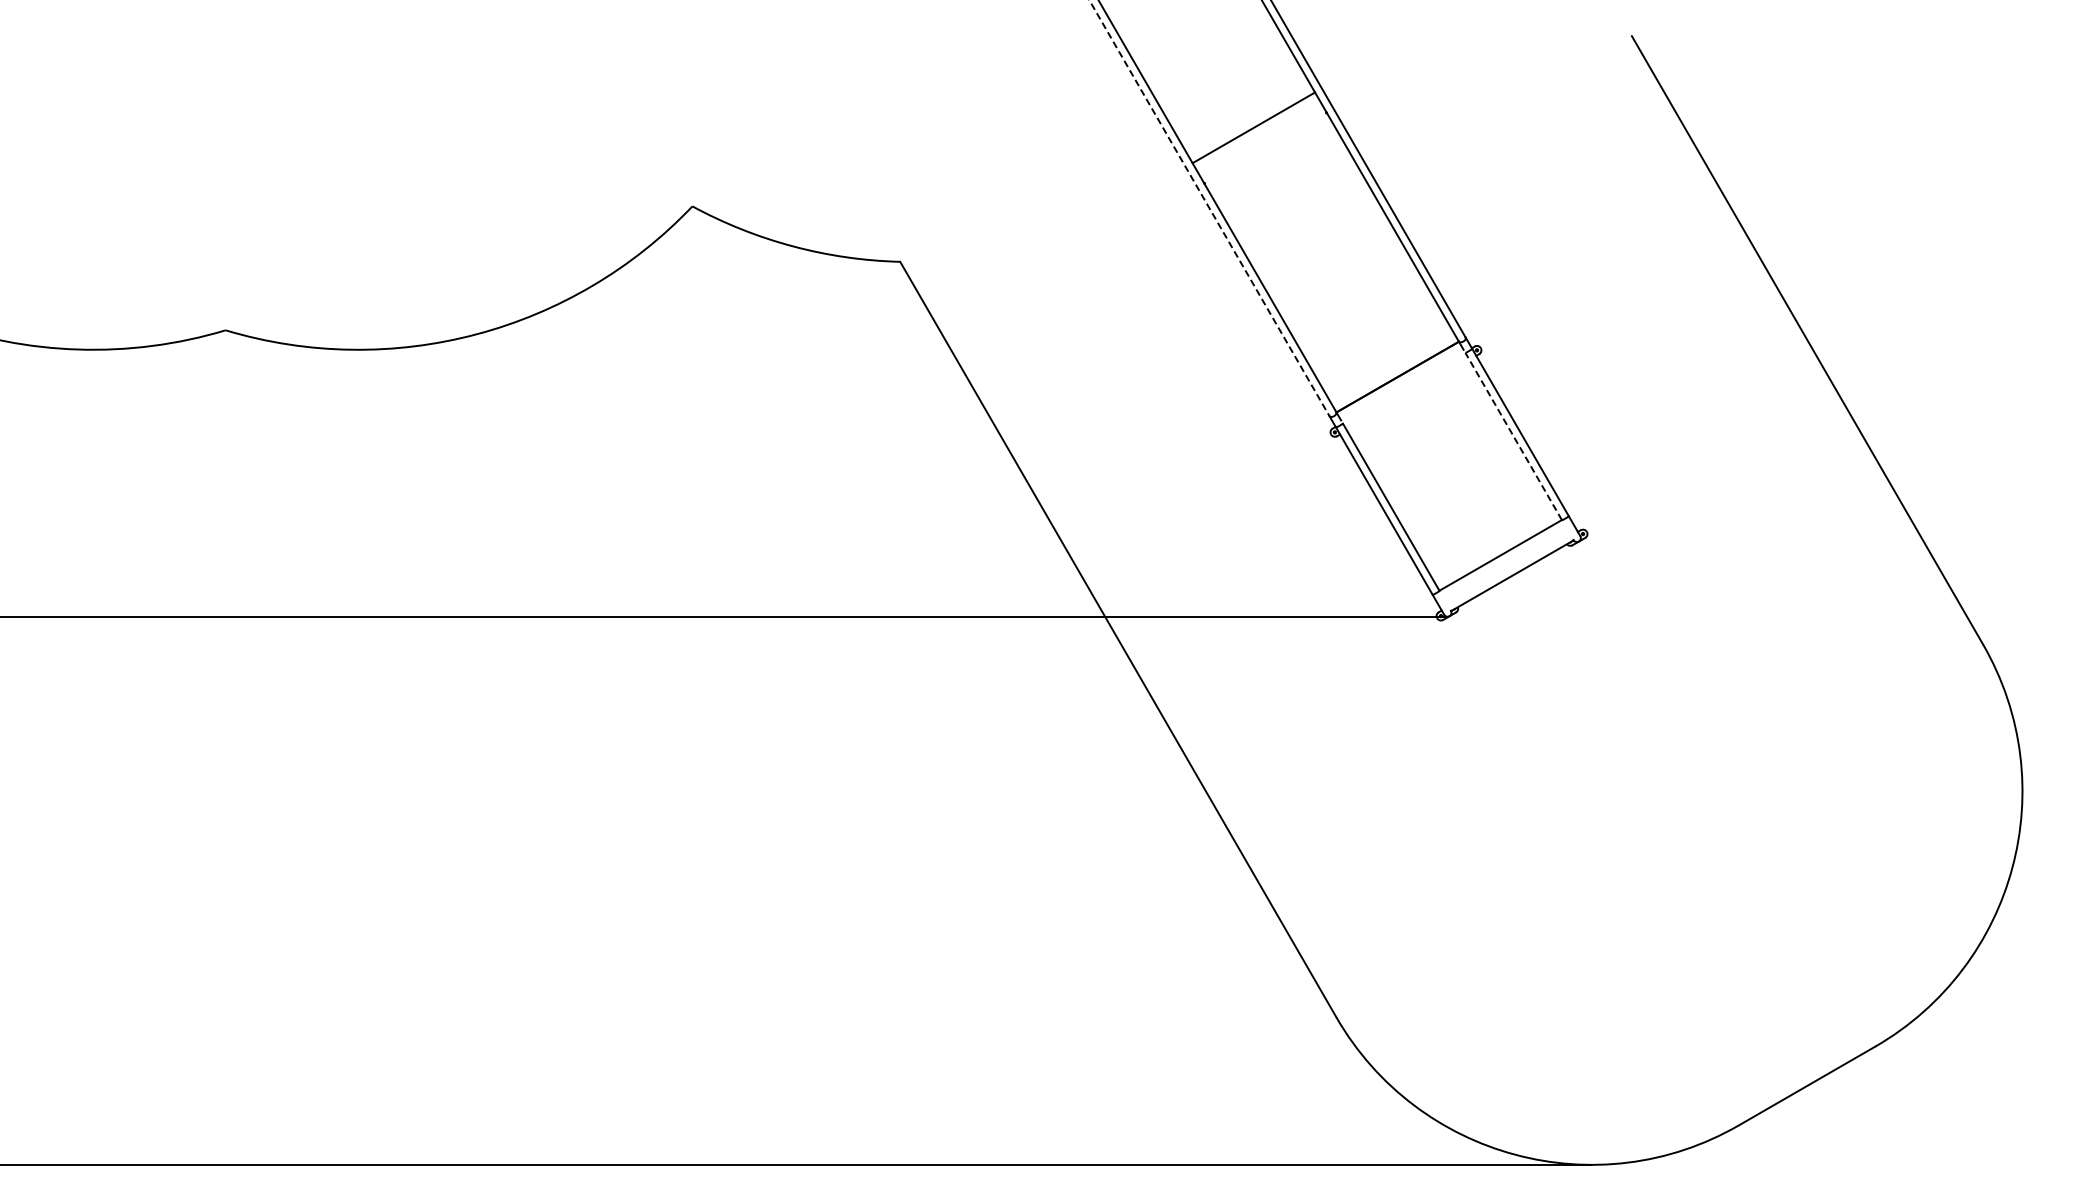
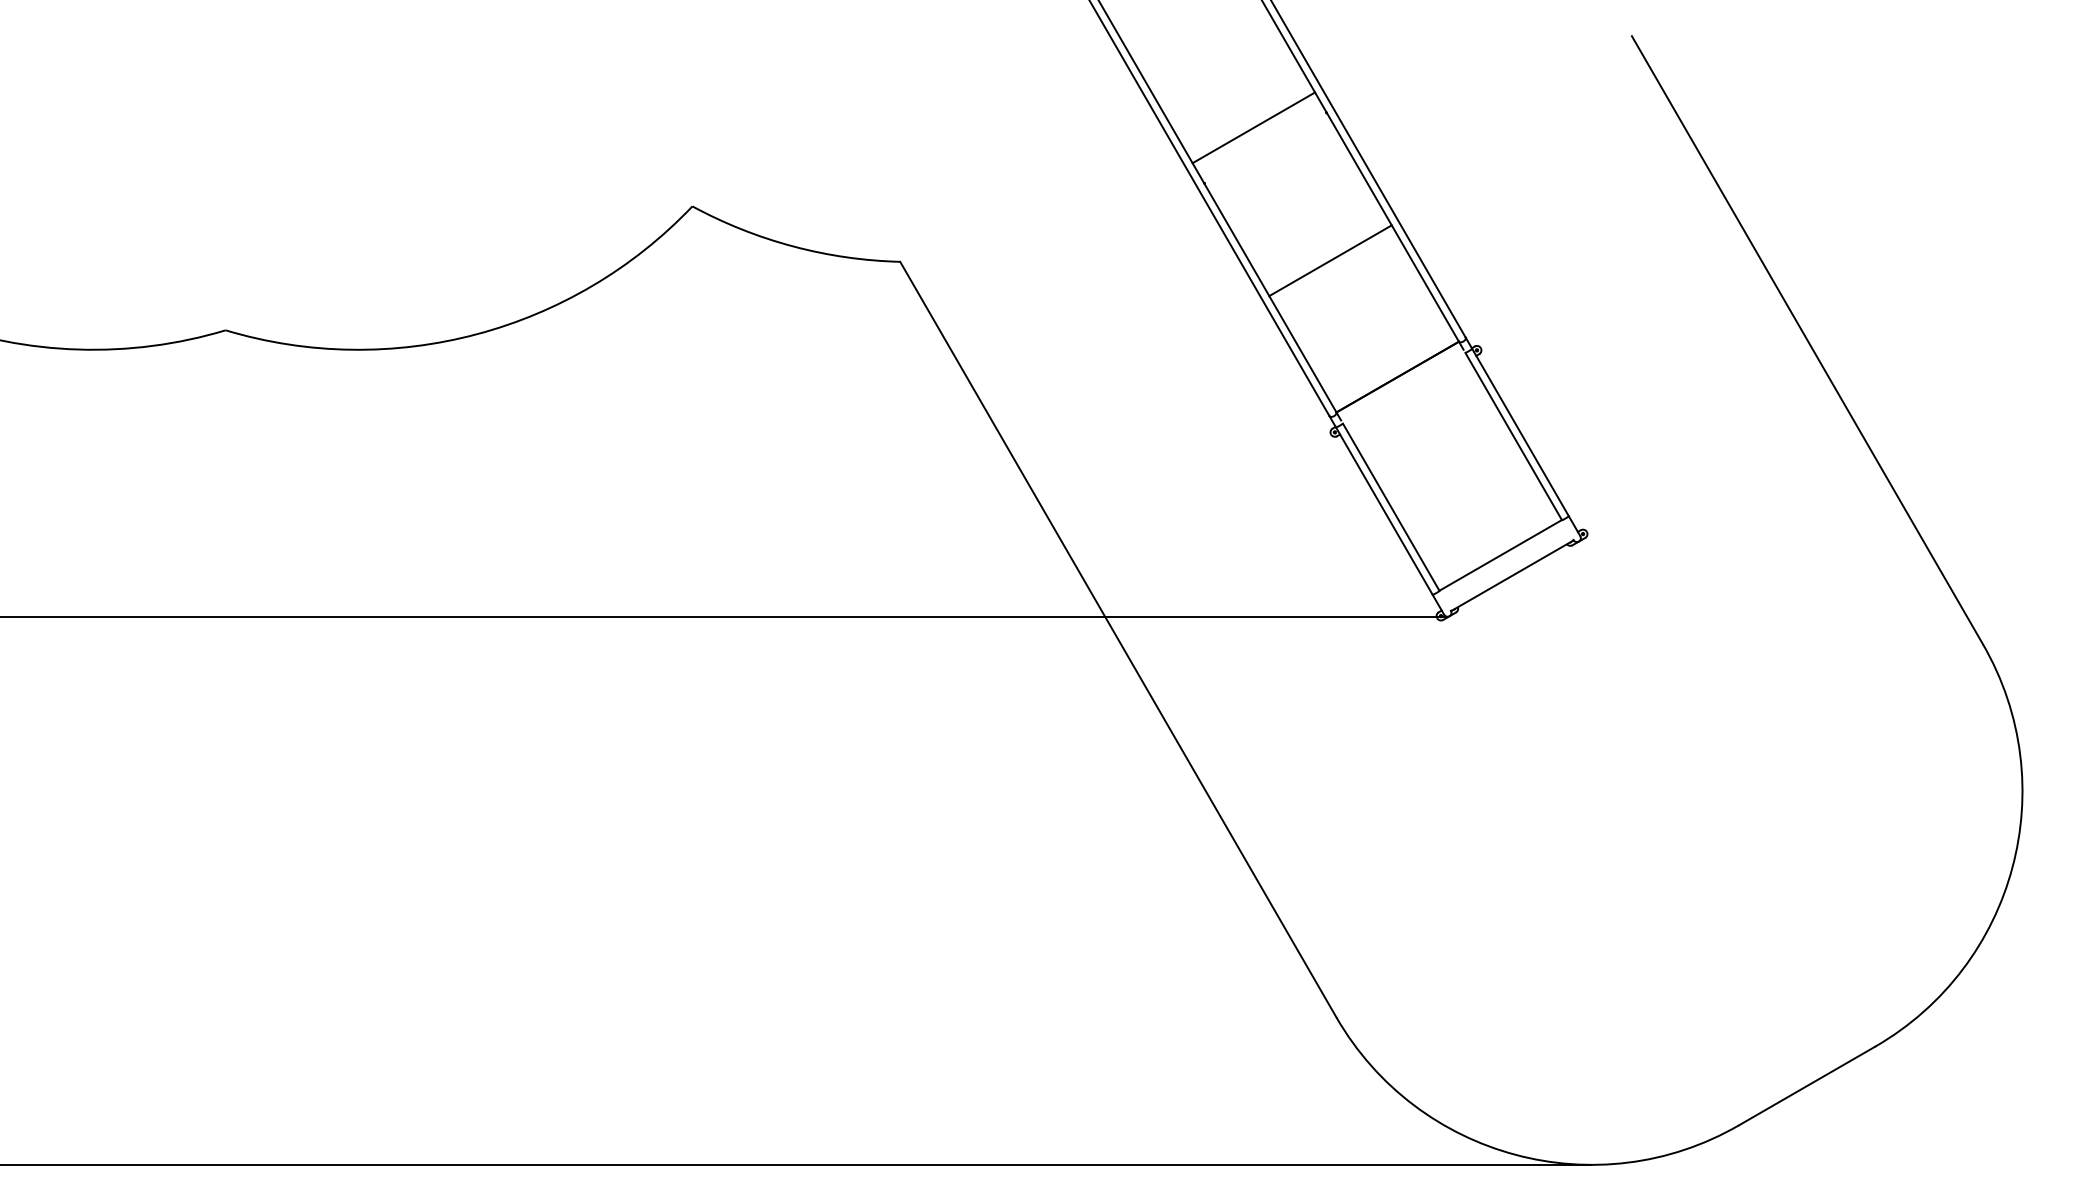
line at (1209, 208): dashed -> solid
line at (1330, 260): none -> present
line at (1513, 436): dashed -> solid
